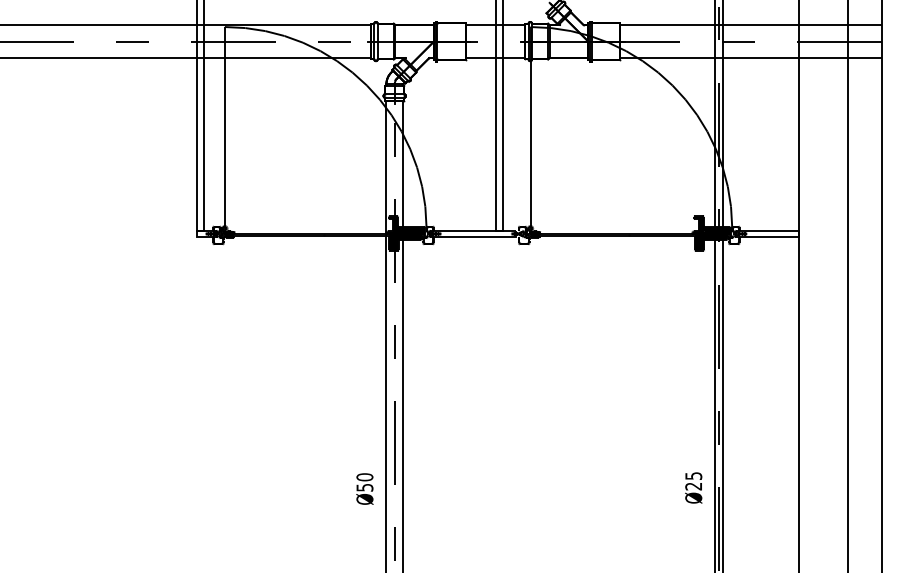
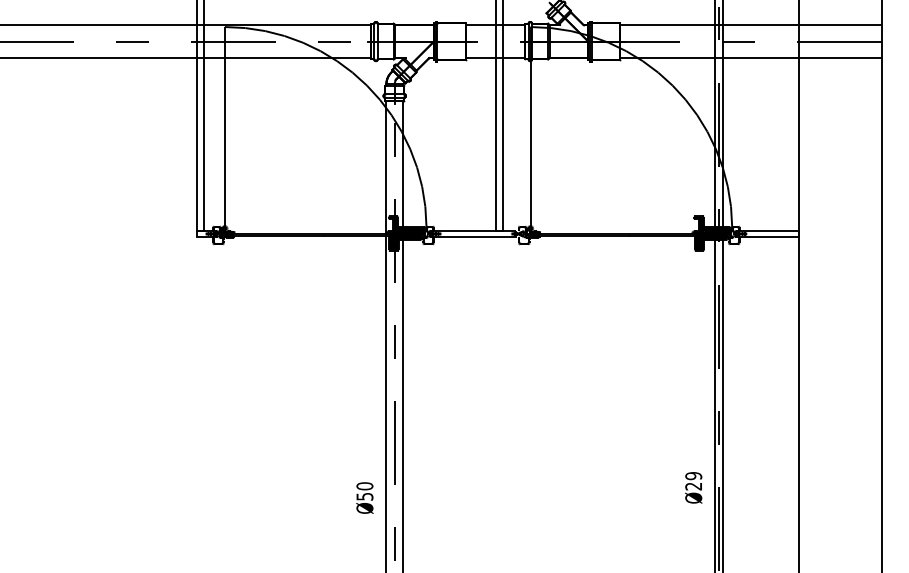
line at (848, 285): present -> none
text at (693, 476): Ø25 -> Ø29
text at (364, 488) position: (364, 488) -> (364, 497)
